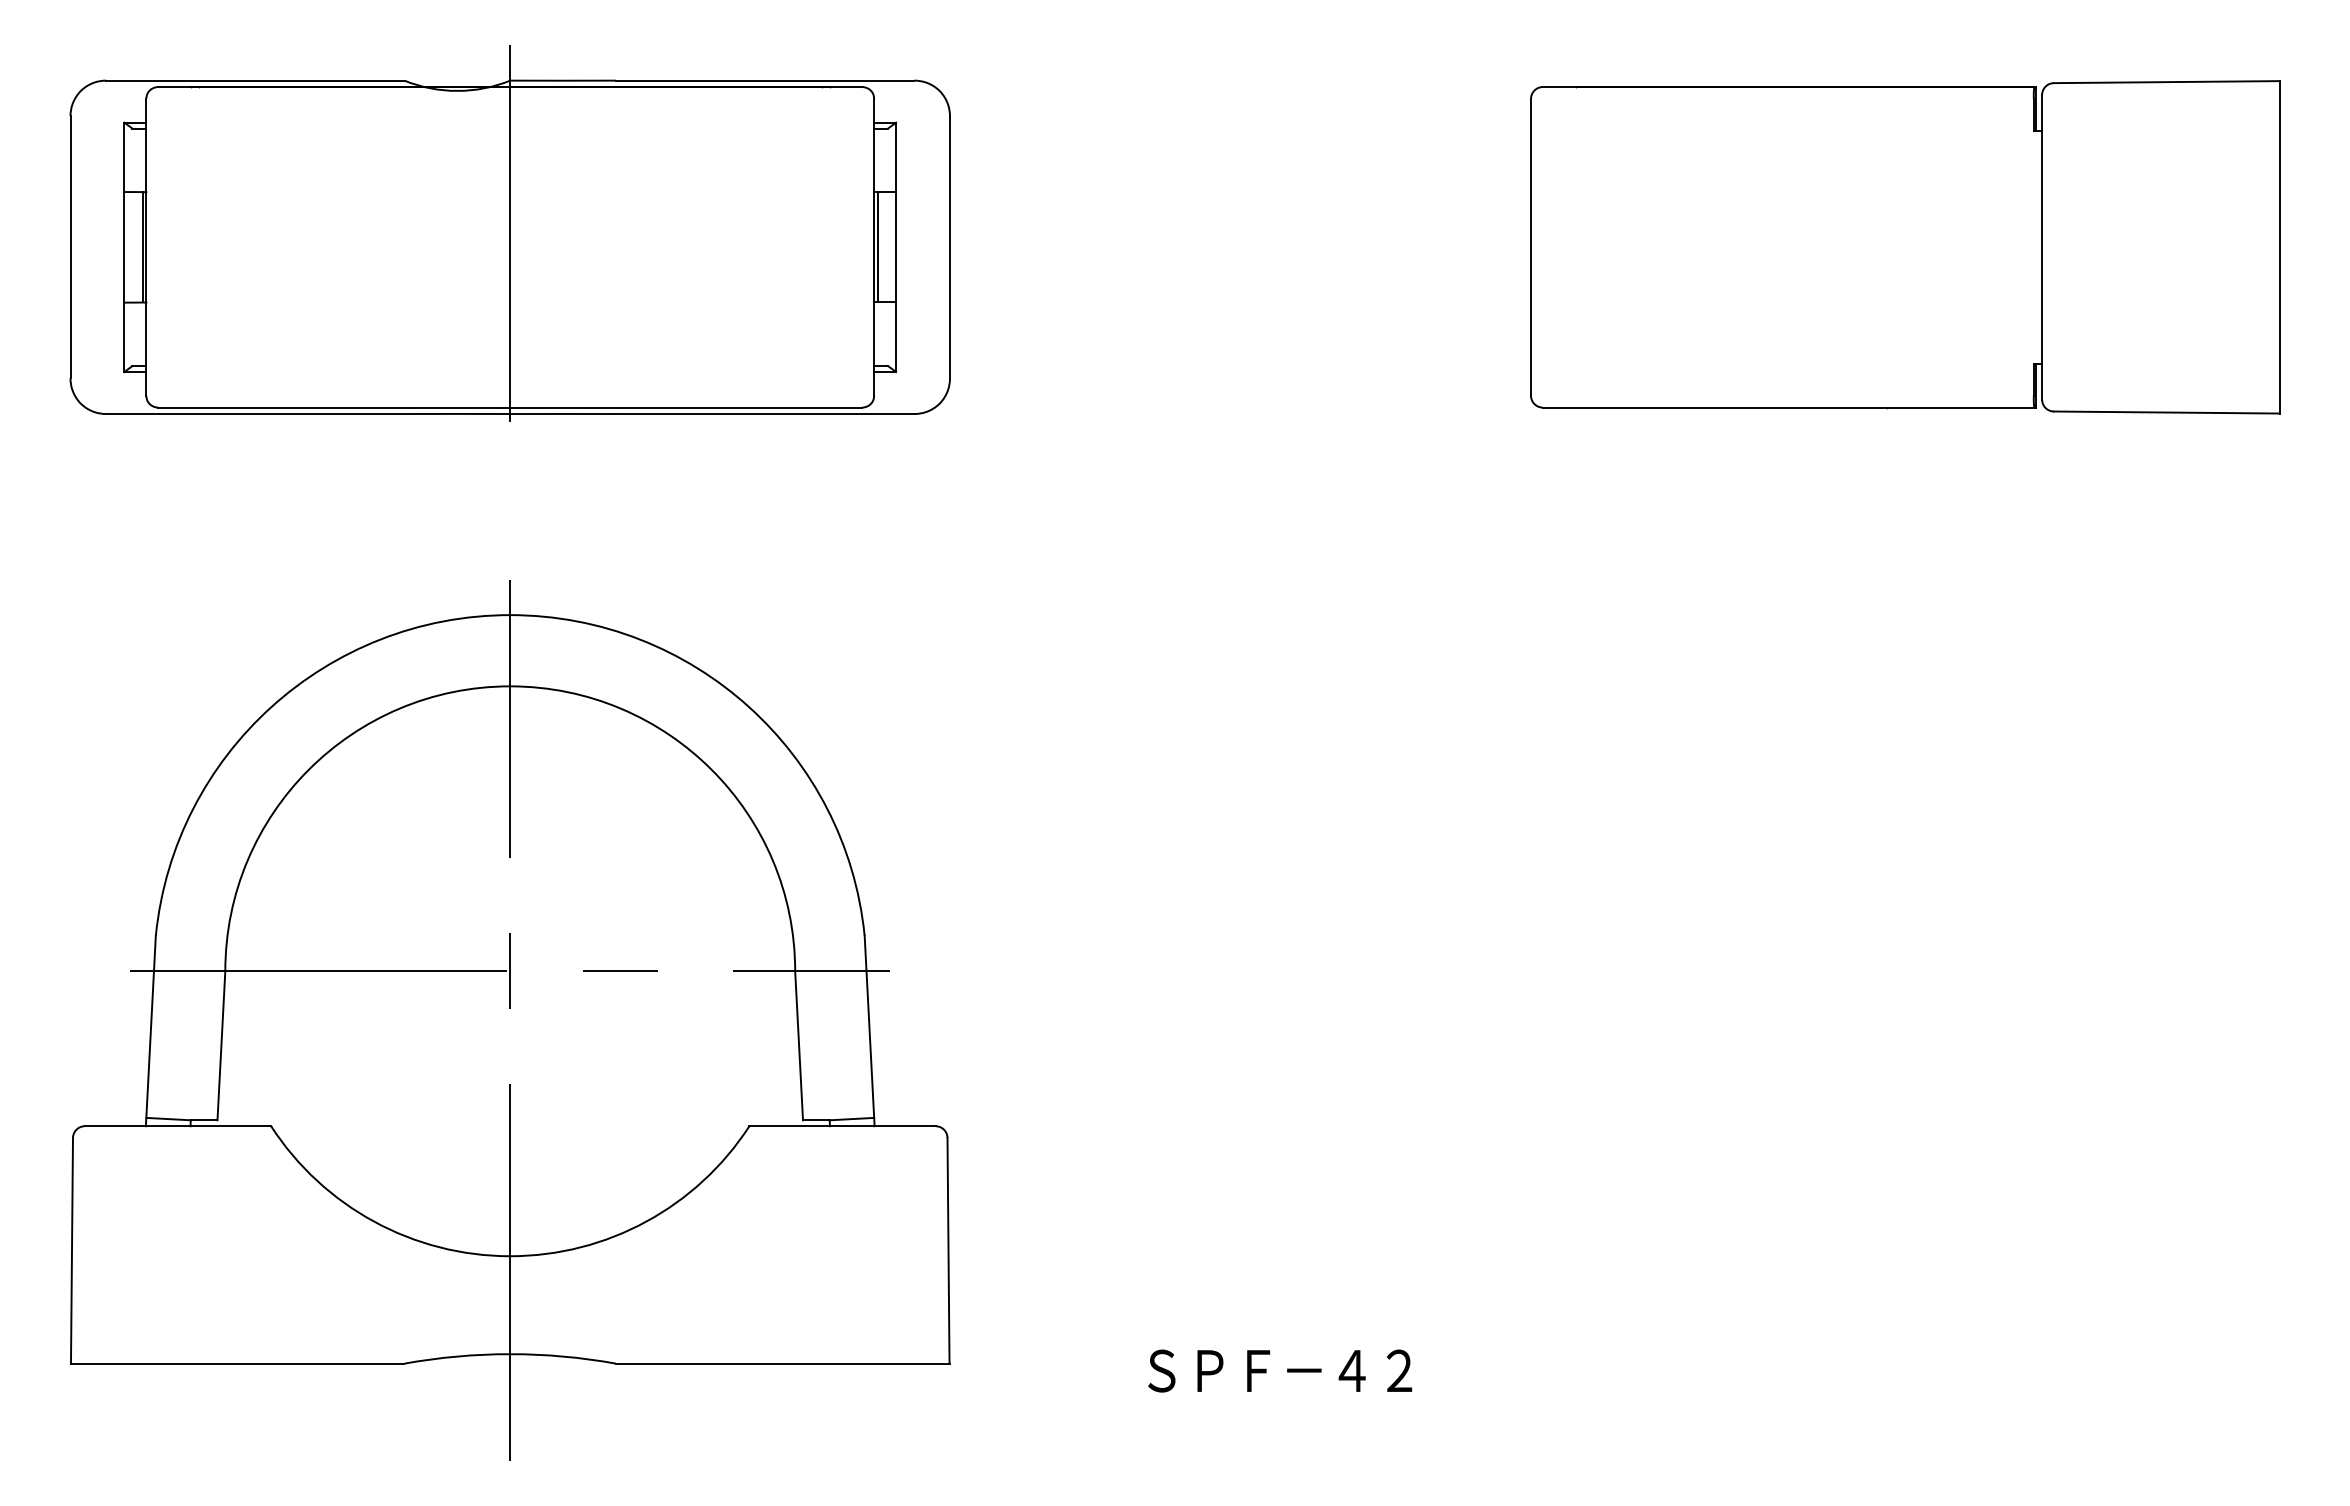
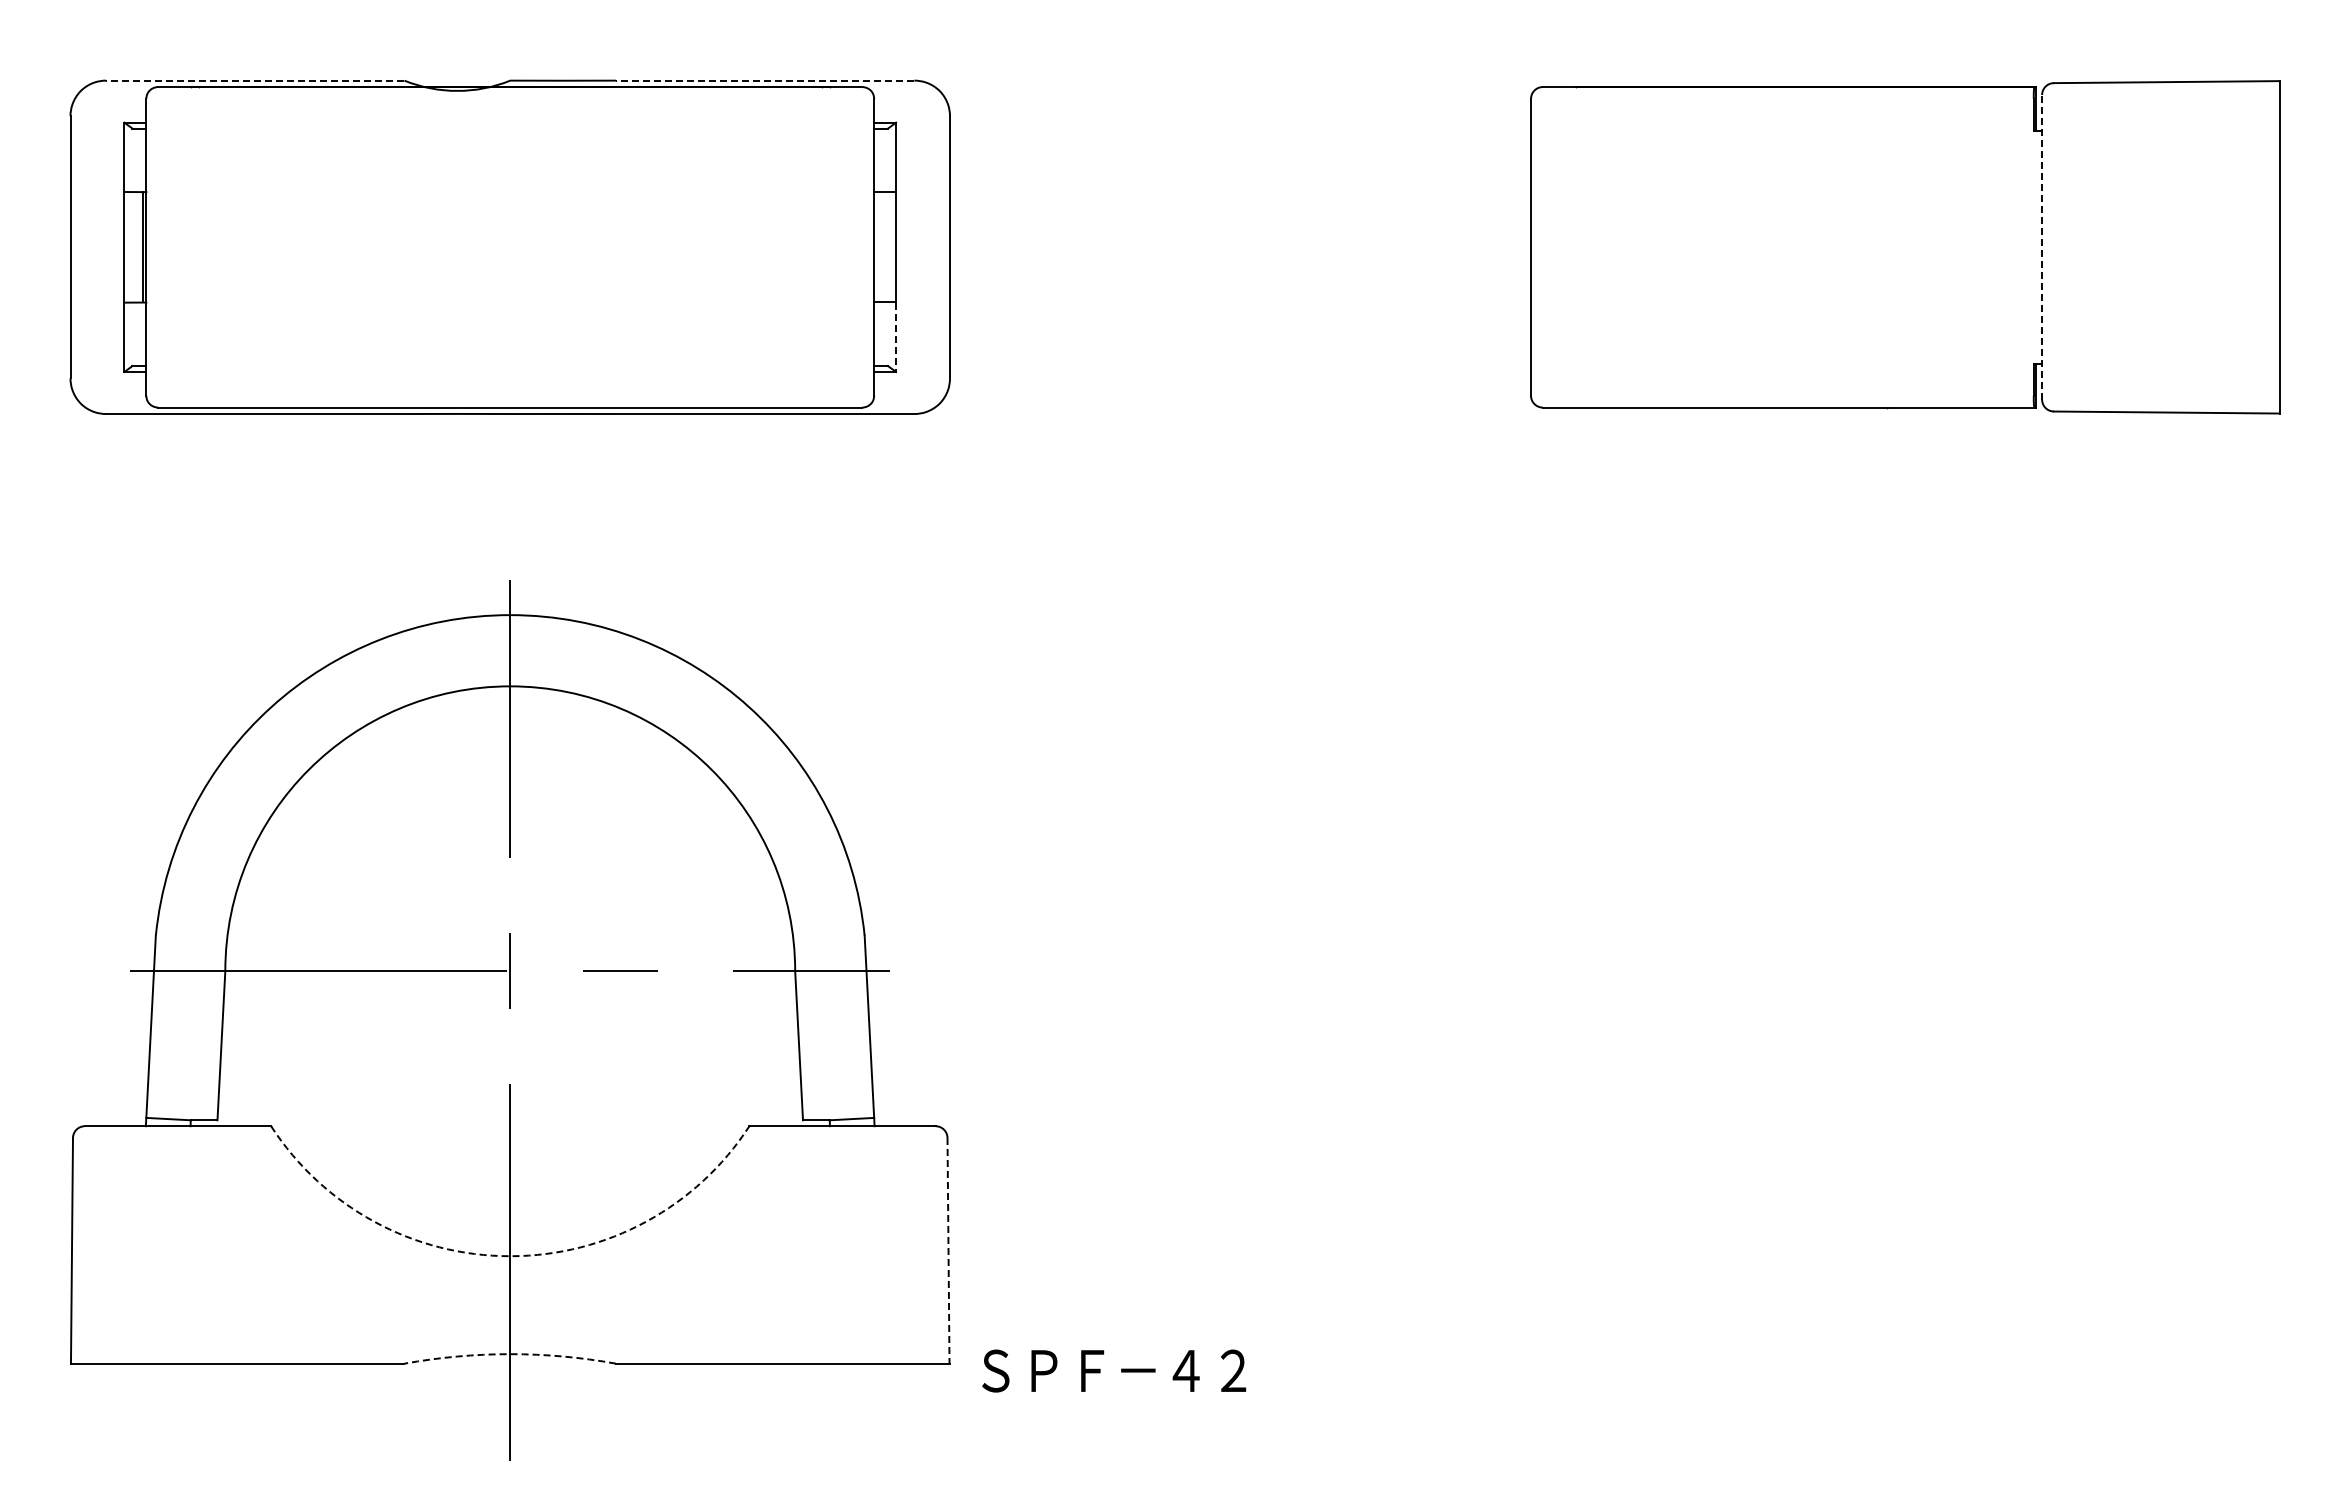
line at (254, 80): solid -> dashed
line at (764, 80): solid -> dashed
line at (2042, 246): solid -> dashed
line at (510, 247): present -> none
line at (877, 247): present -> none
line at (896, 337): solid -> dashed
line at (948, 1250): solid -> dashed
arc at (510, 1256): solid -> dashed
arc at (510, 1354): solid -> dashed
text at (1280, 1370) position: (1280, 1370) -> (1114, 1370)
